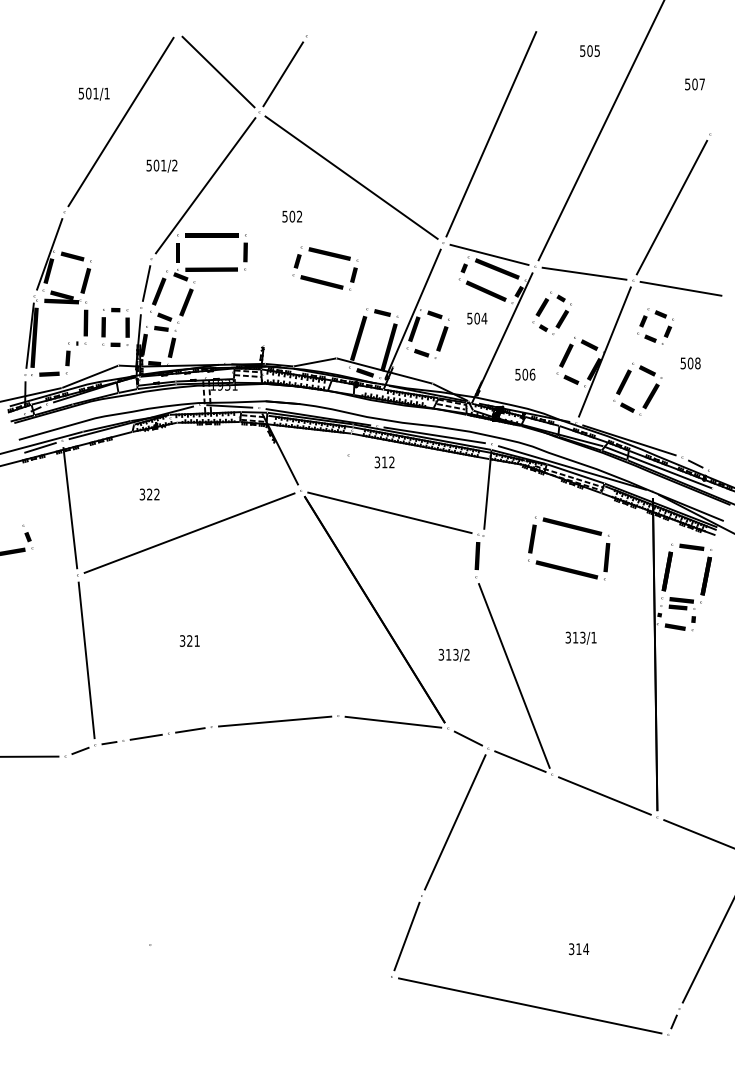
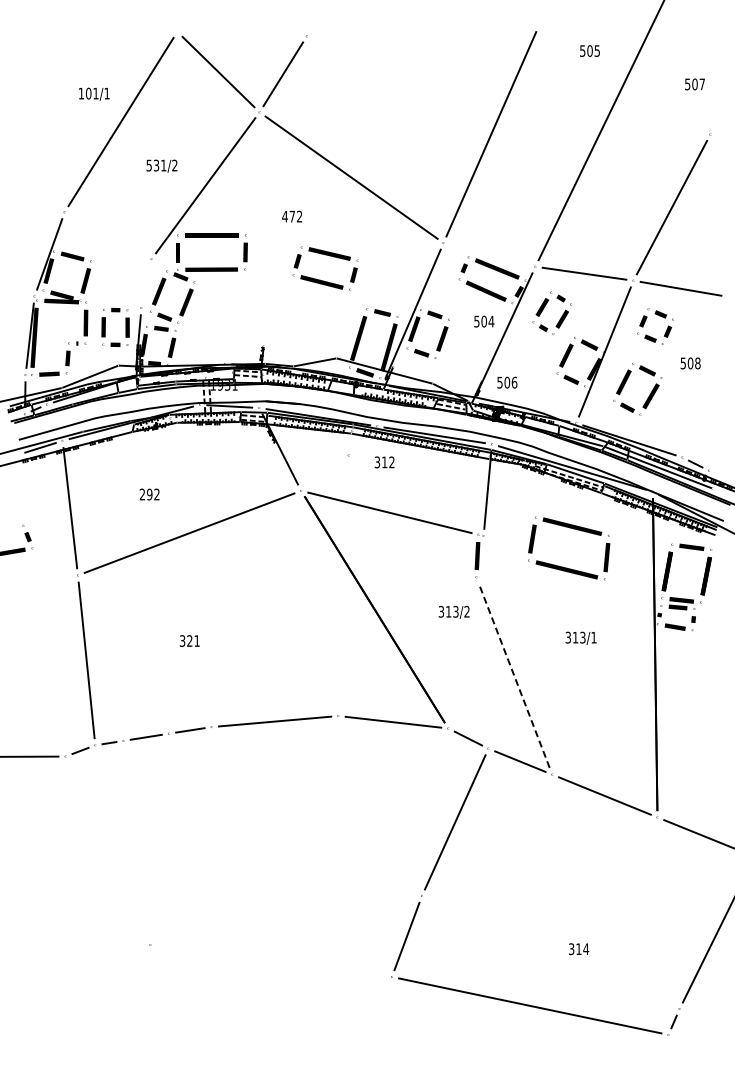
text at (80, 93): 501/1 -> 101/1
text at (156, 165): 501/2 -> 531/2
text at (288, 216): 502 -> 472
line at (489, 254): present -> none
line at (146, 283): present -> none
text at (477, 318) position: (477, 318) -> (484, 321)
text at (525, 374) position: (525, 374) -> (507, 382)
text at (145, 494): 322 -> 292
text at (453, 654) position: (453, 654) -> (453, 611)
line at (514, 675): solid -> dashed
